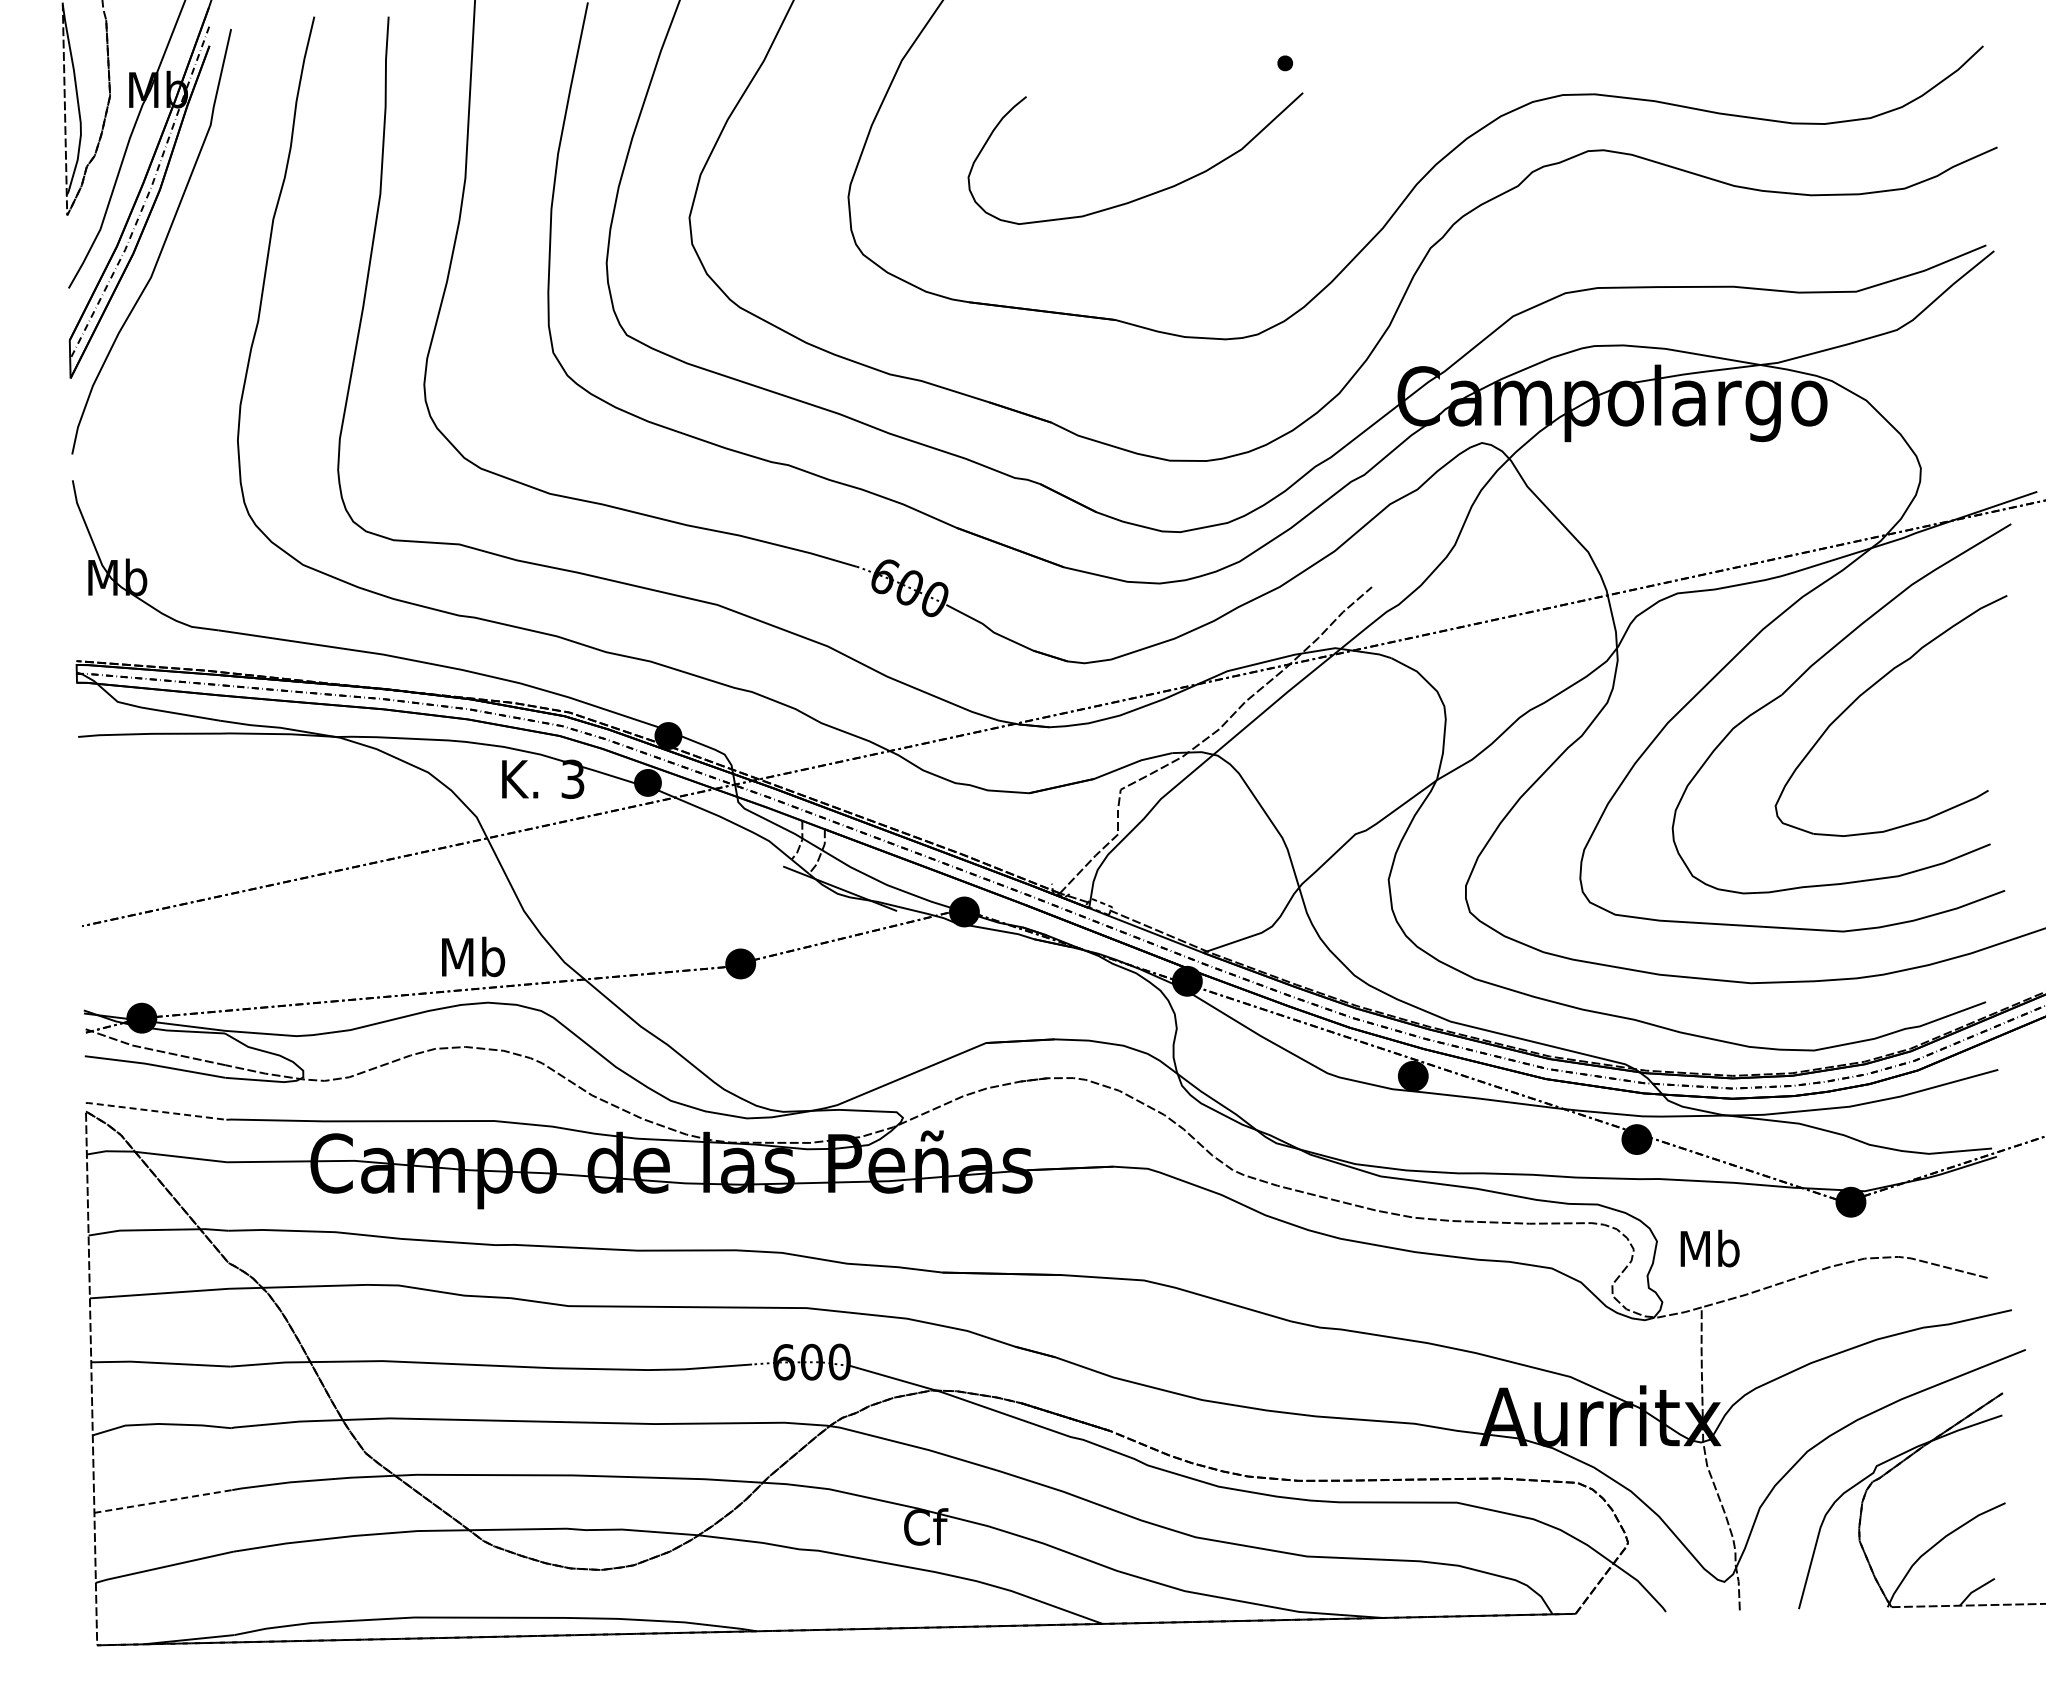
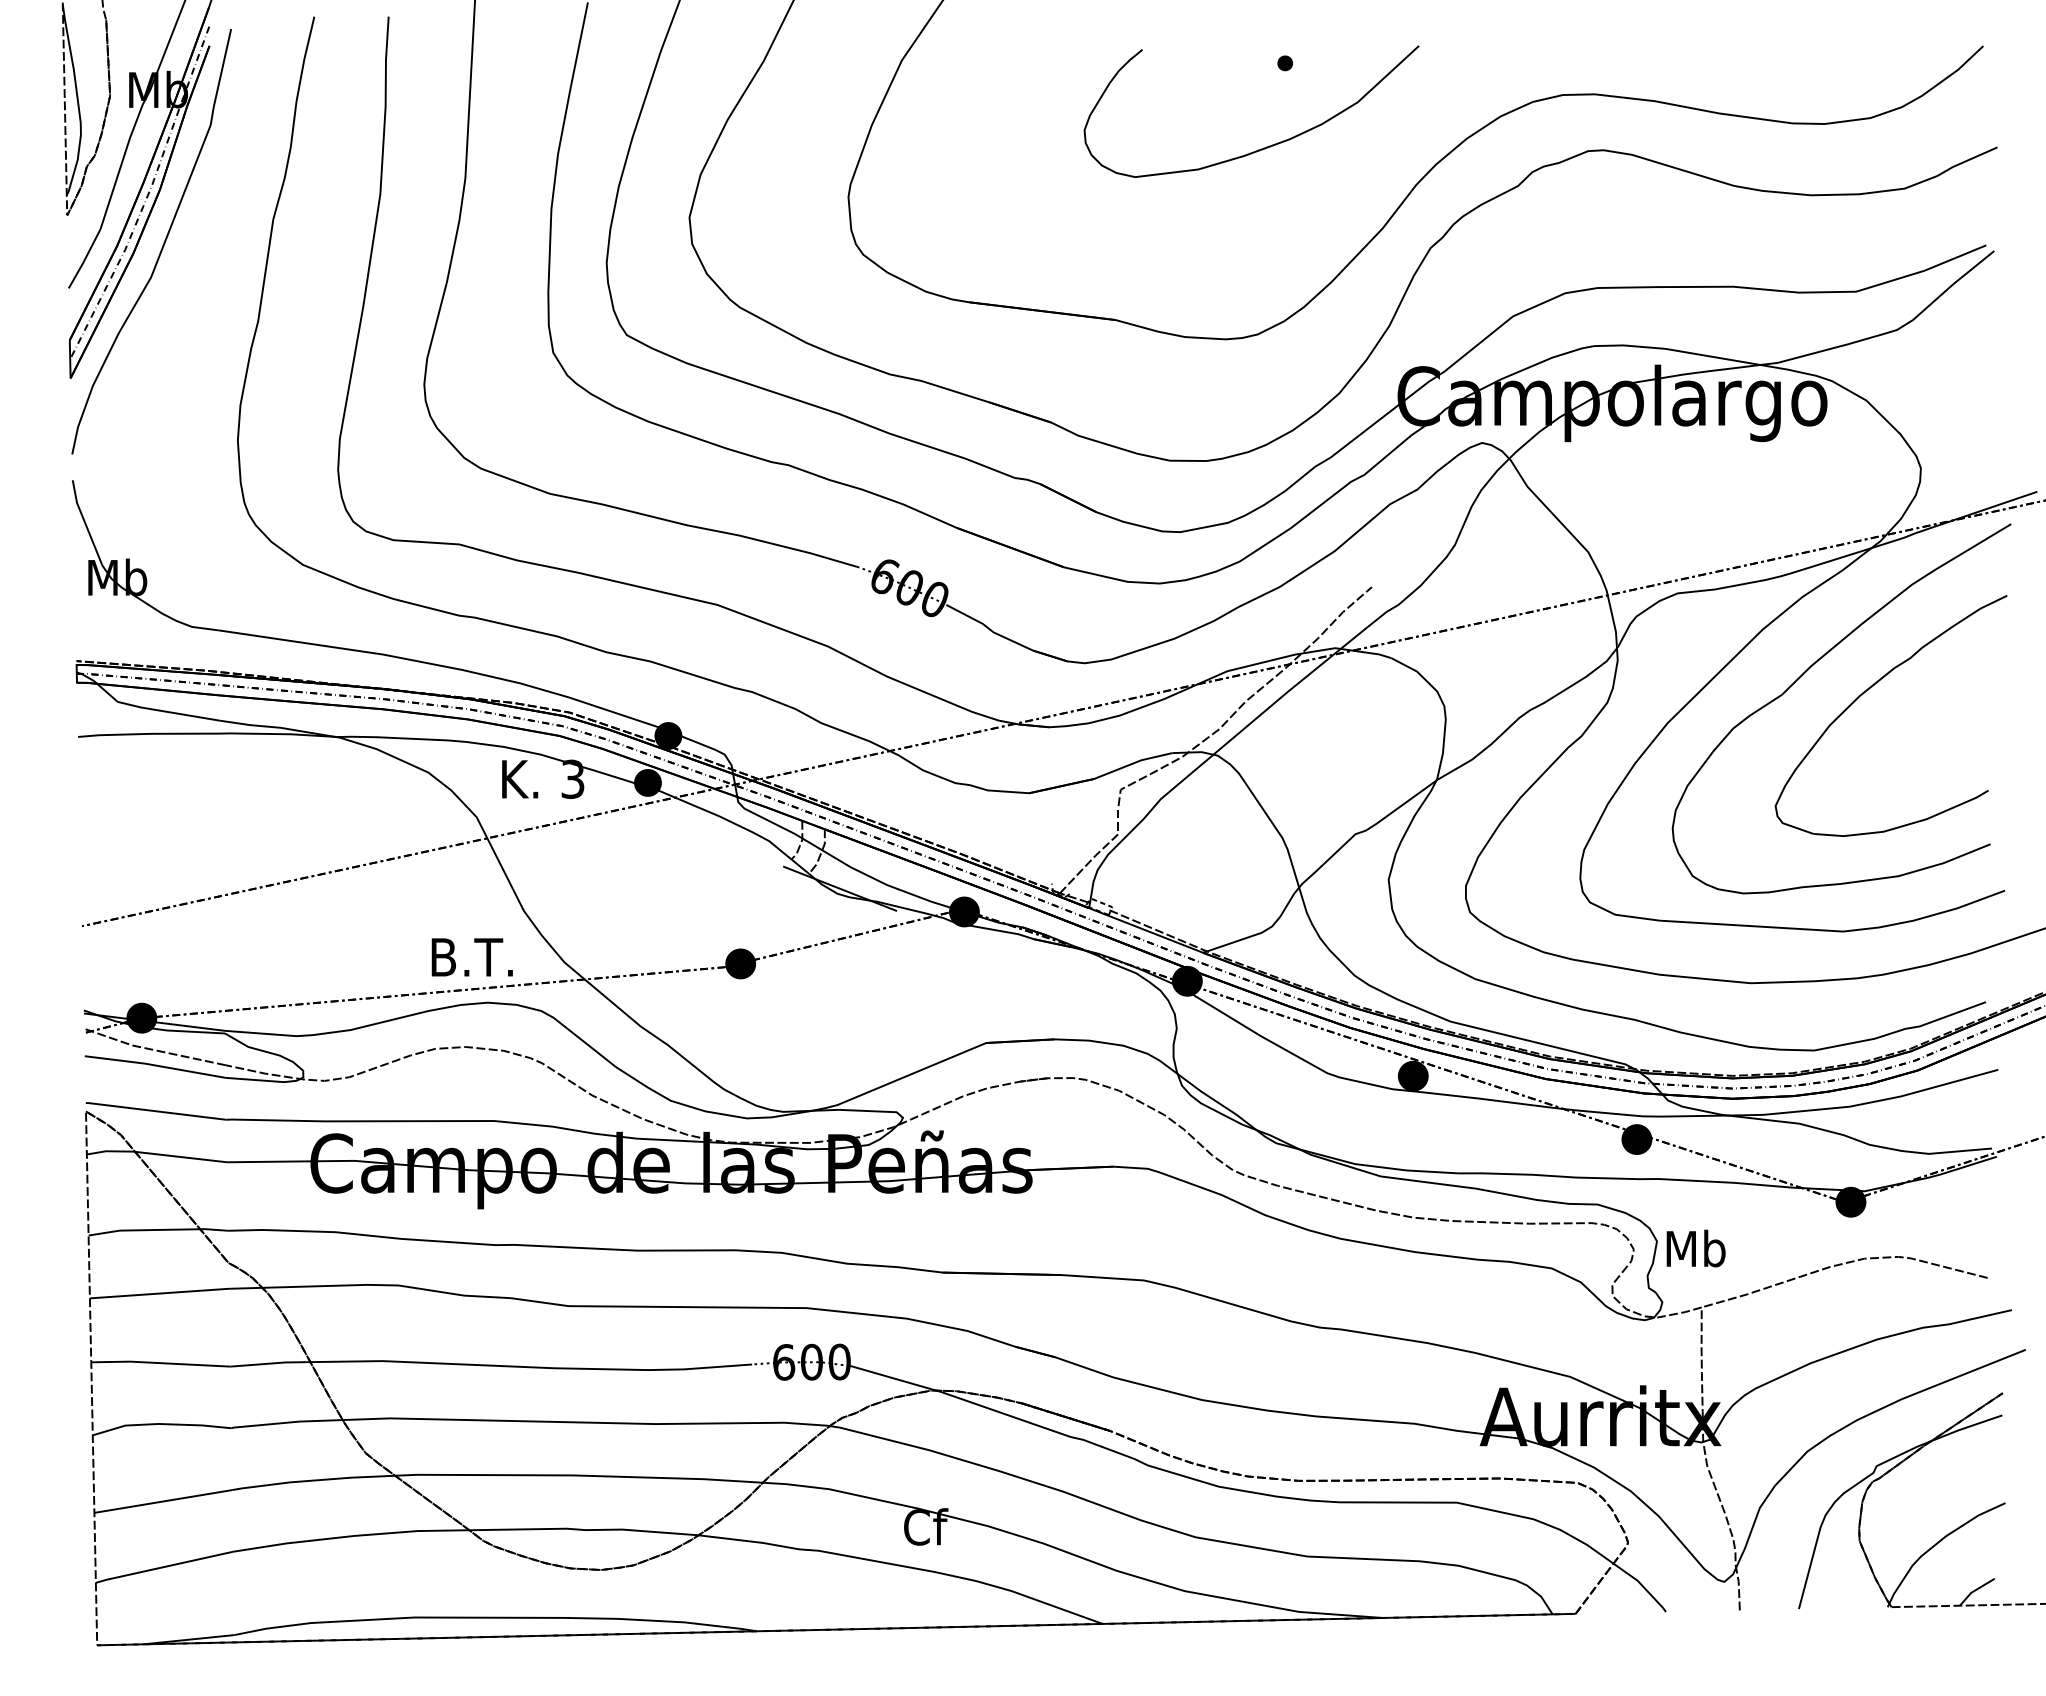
curve at (1147, 194) position: (1147, 194) -> (1263, 147)
text at (471, 956): Mb -> B.T.
line at (156, 1111): dashed -> solid
text at (1709, 1248) position: (1709, 1248) -> (1695, 1248)
line at (163, 1501): dashed -> solid
